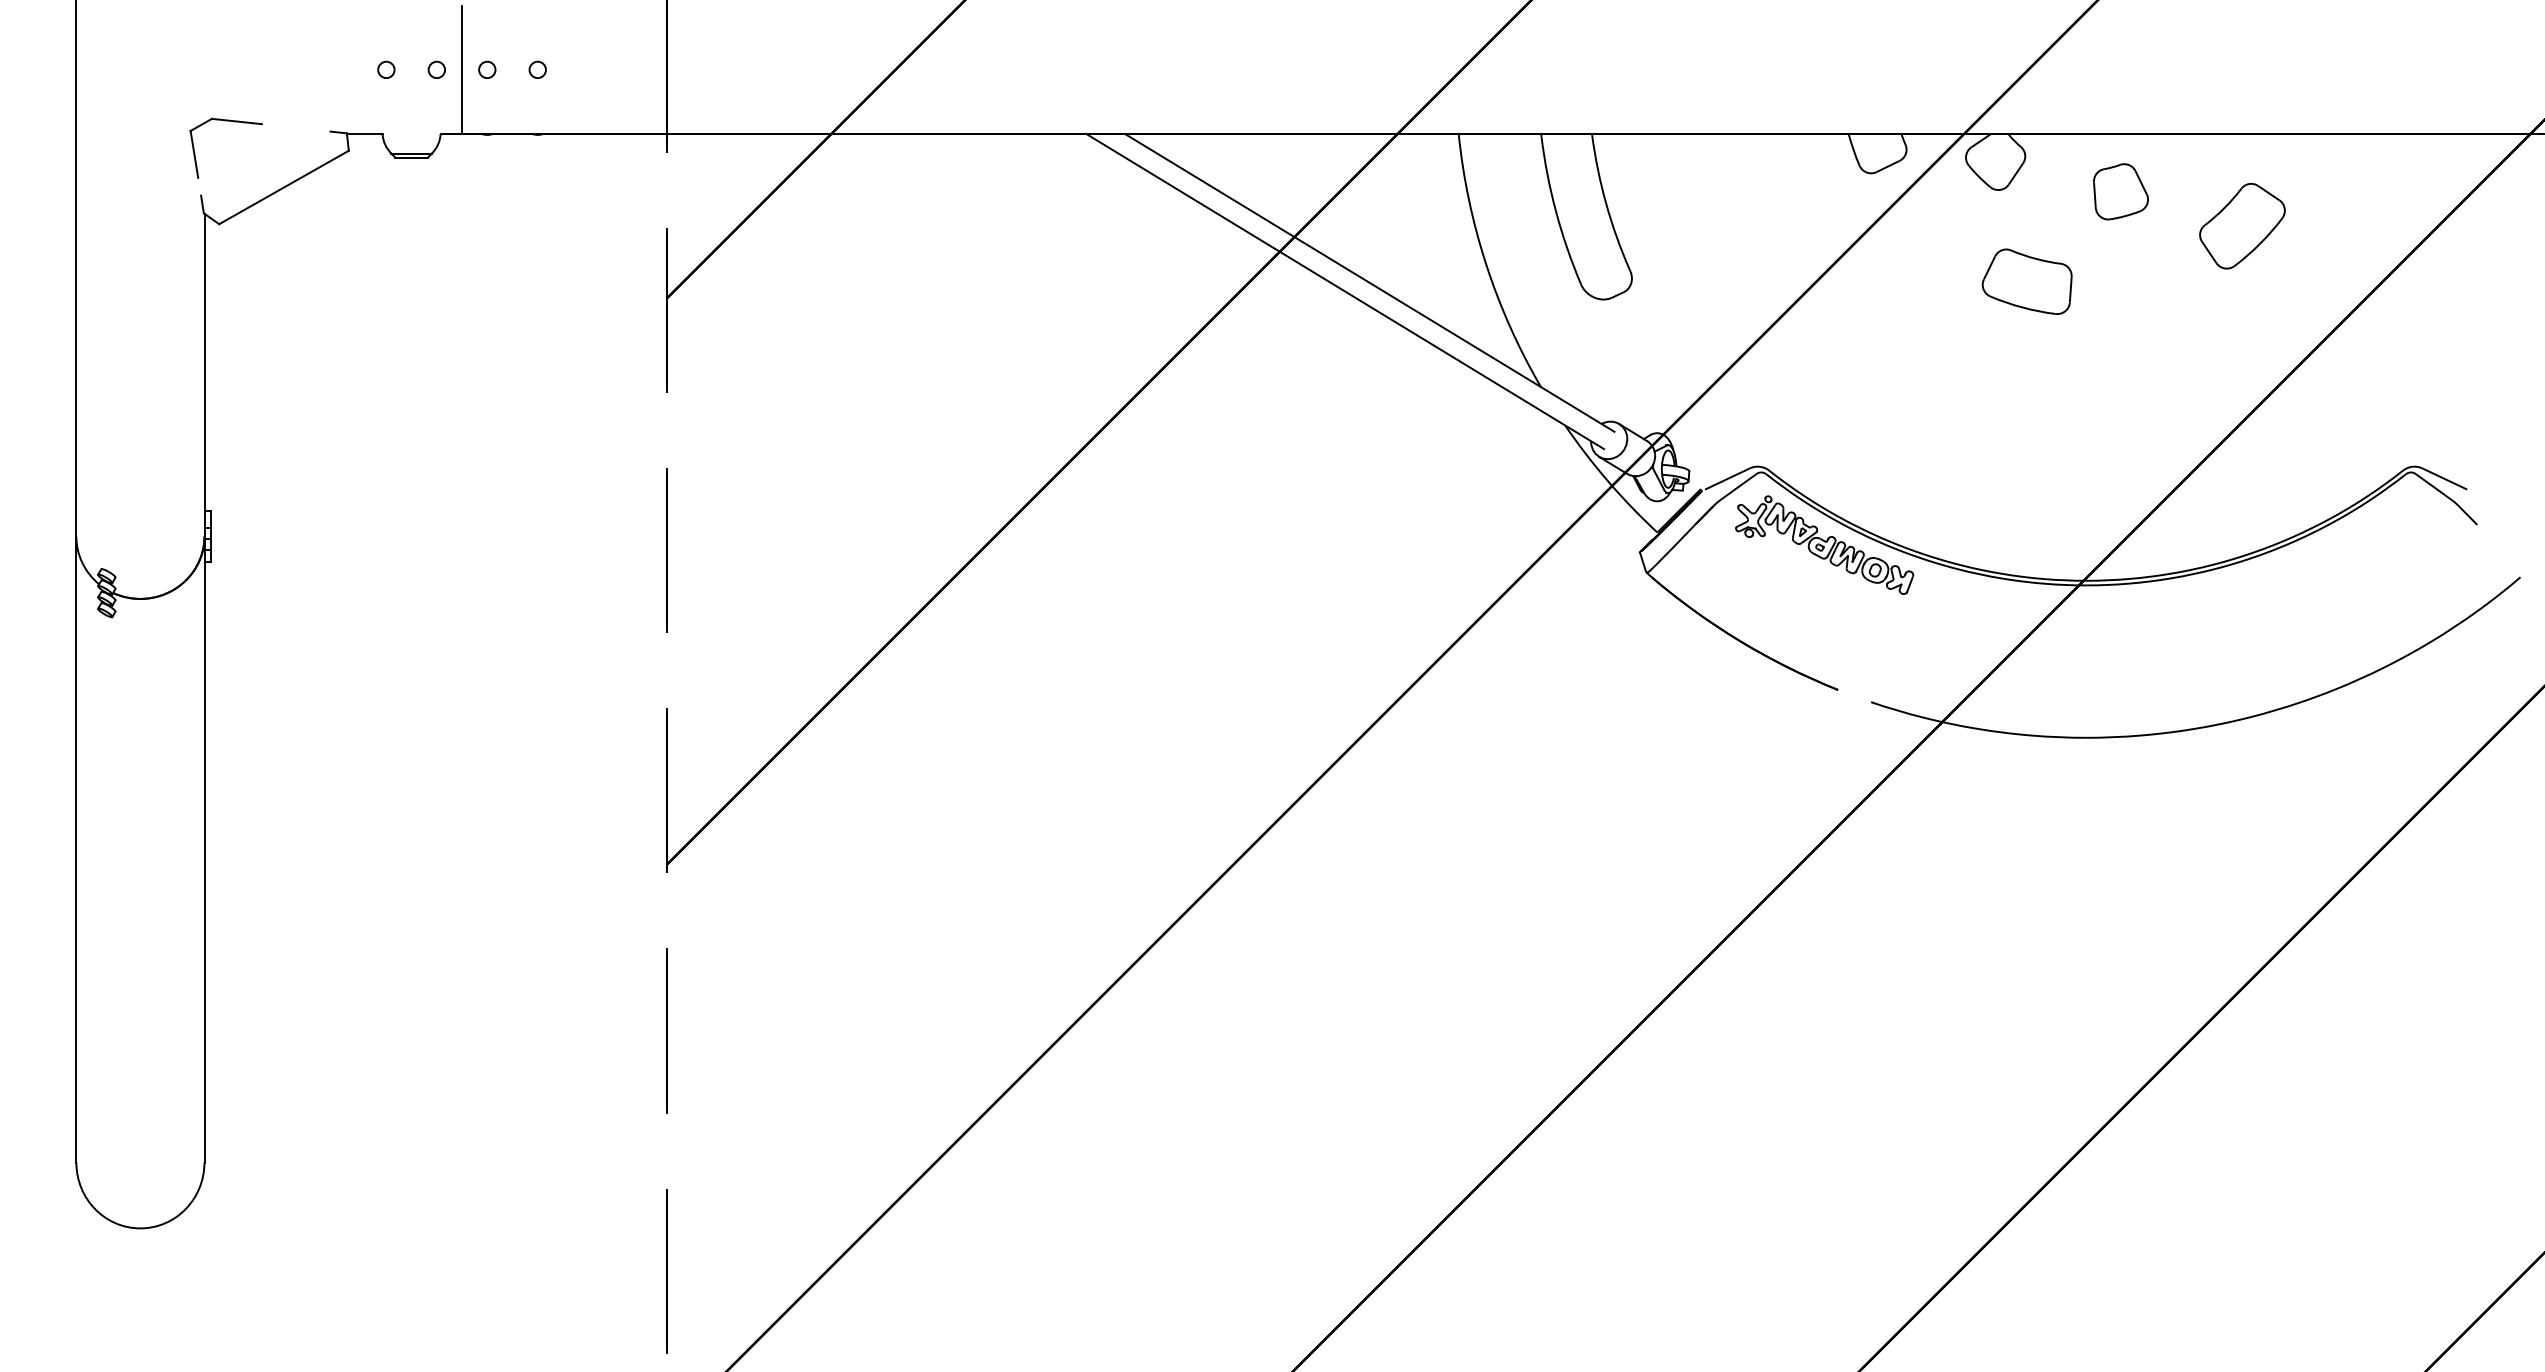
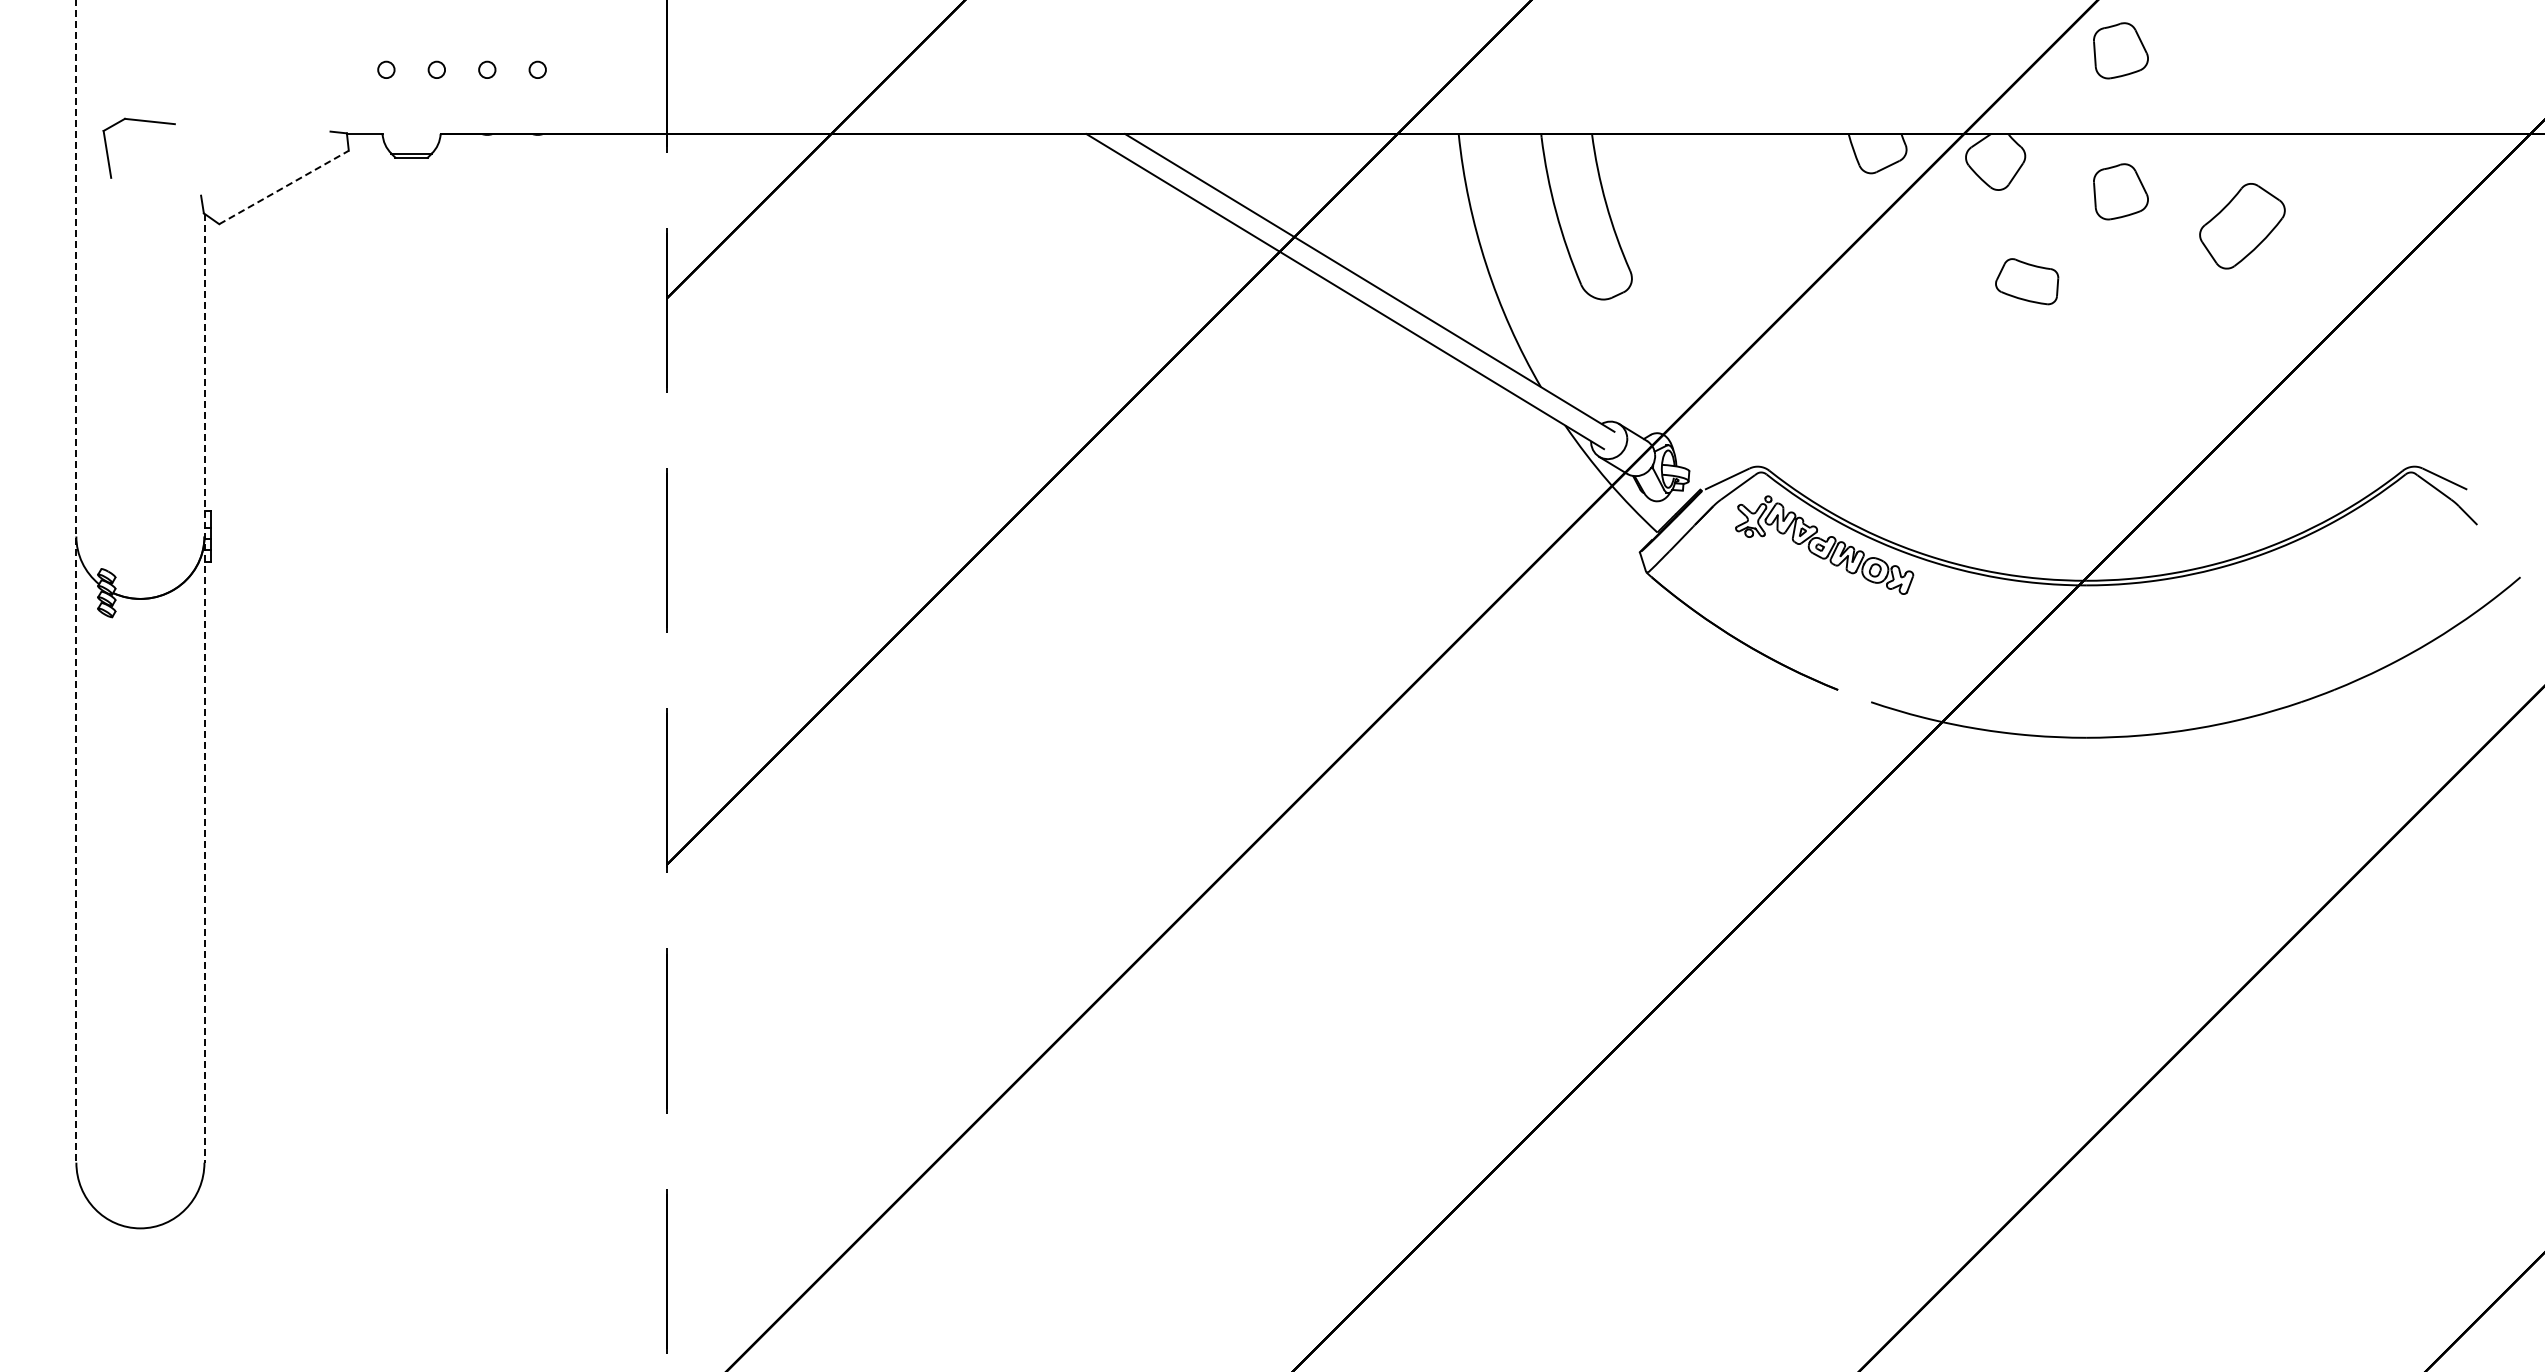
part at (2120, 50): none -> present
line at (462, 69): present -> none
part at (225, 121) position: (225, 121) -> (138, 121)
line at (284, 187): solid -> dashed
part at (2026, 281) size: 92x67 px -> 65x48 px
line at (76, 581): solid -> dashed
line at (204, 688): solid -> dashed
